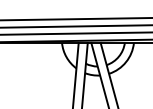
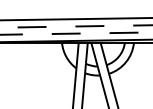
line at (76, 26): solid -> dashed
line at (76, 33): solid -> dashed
